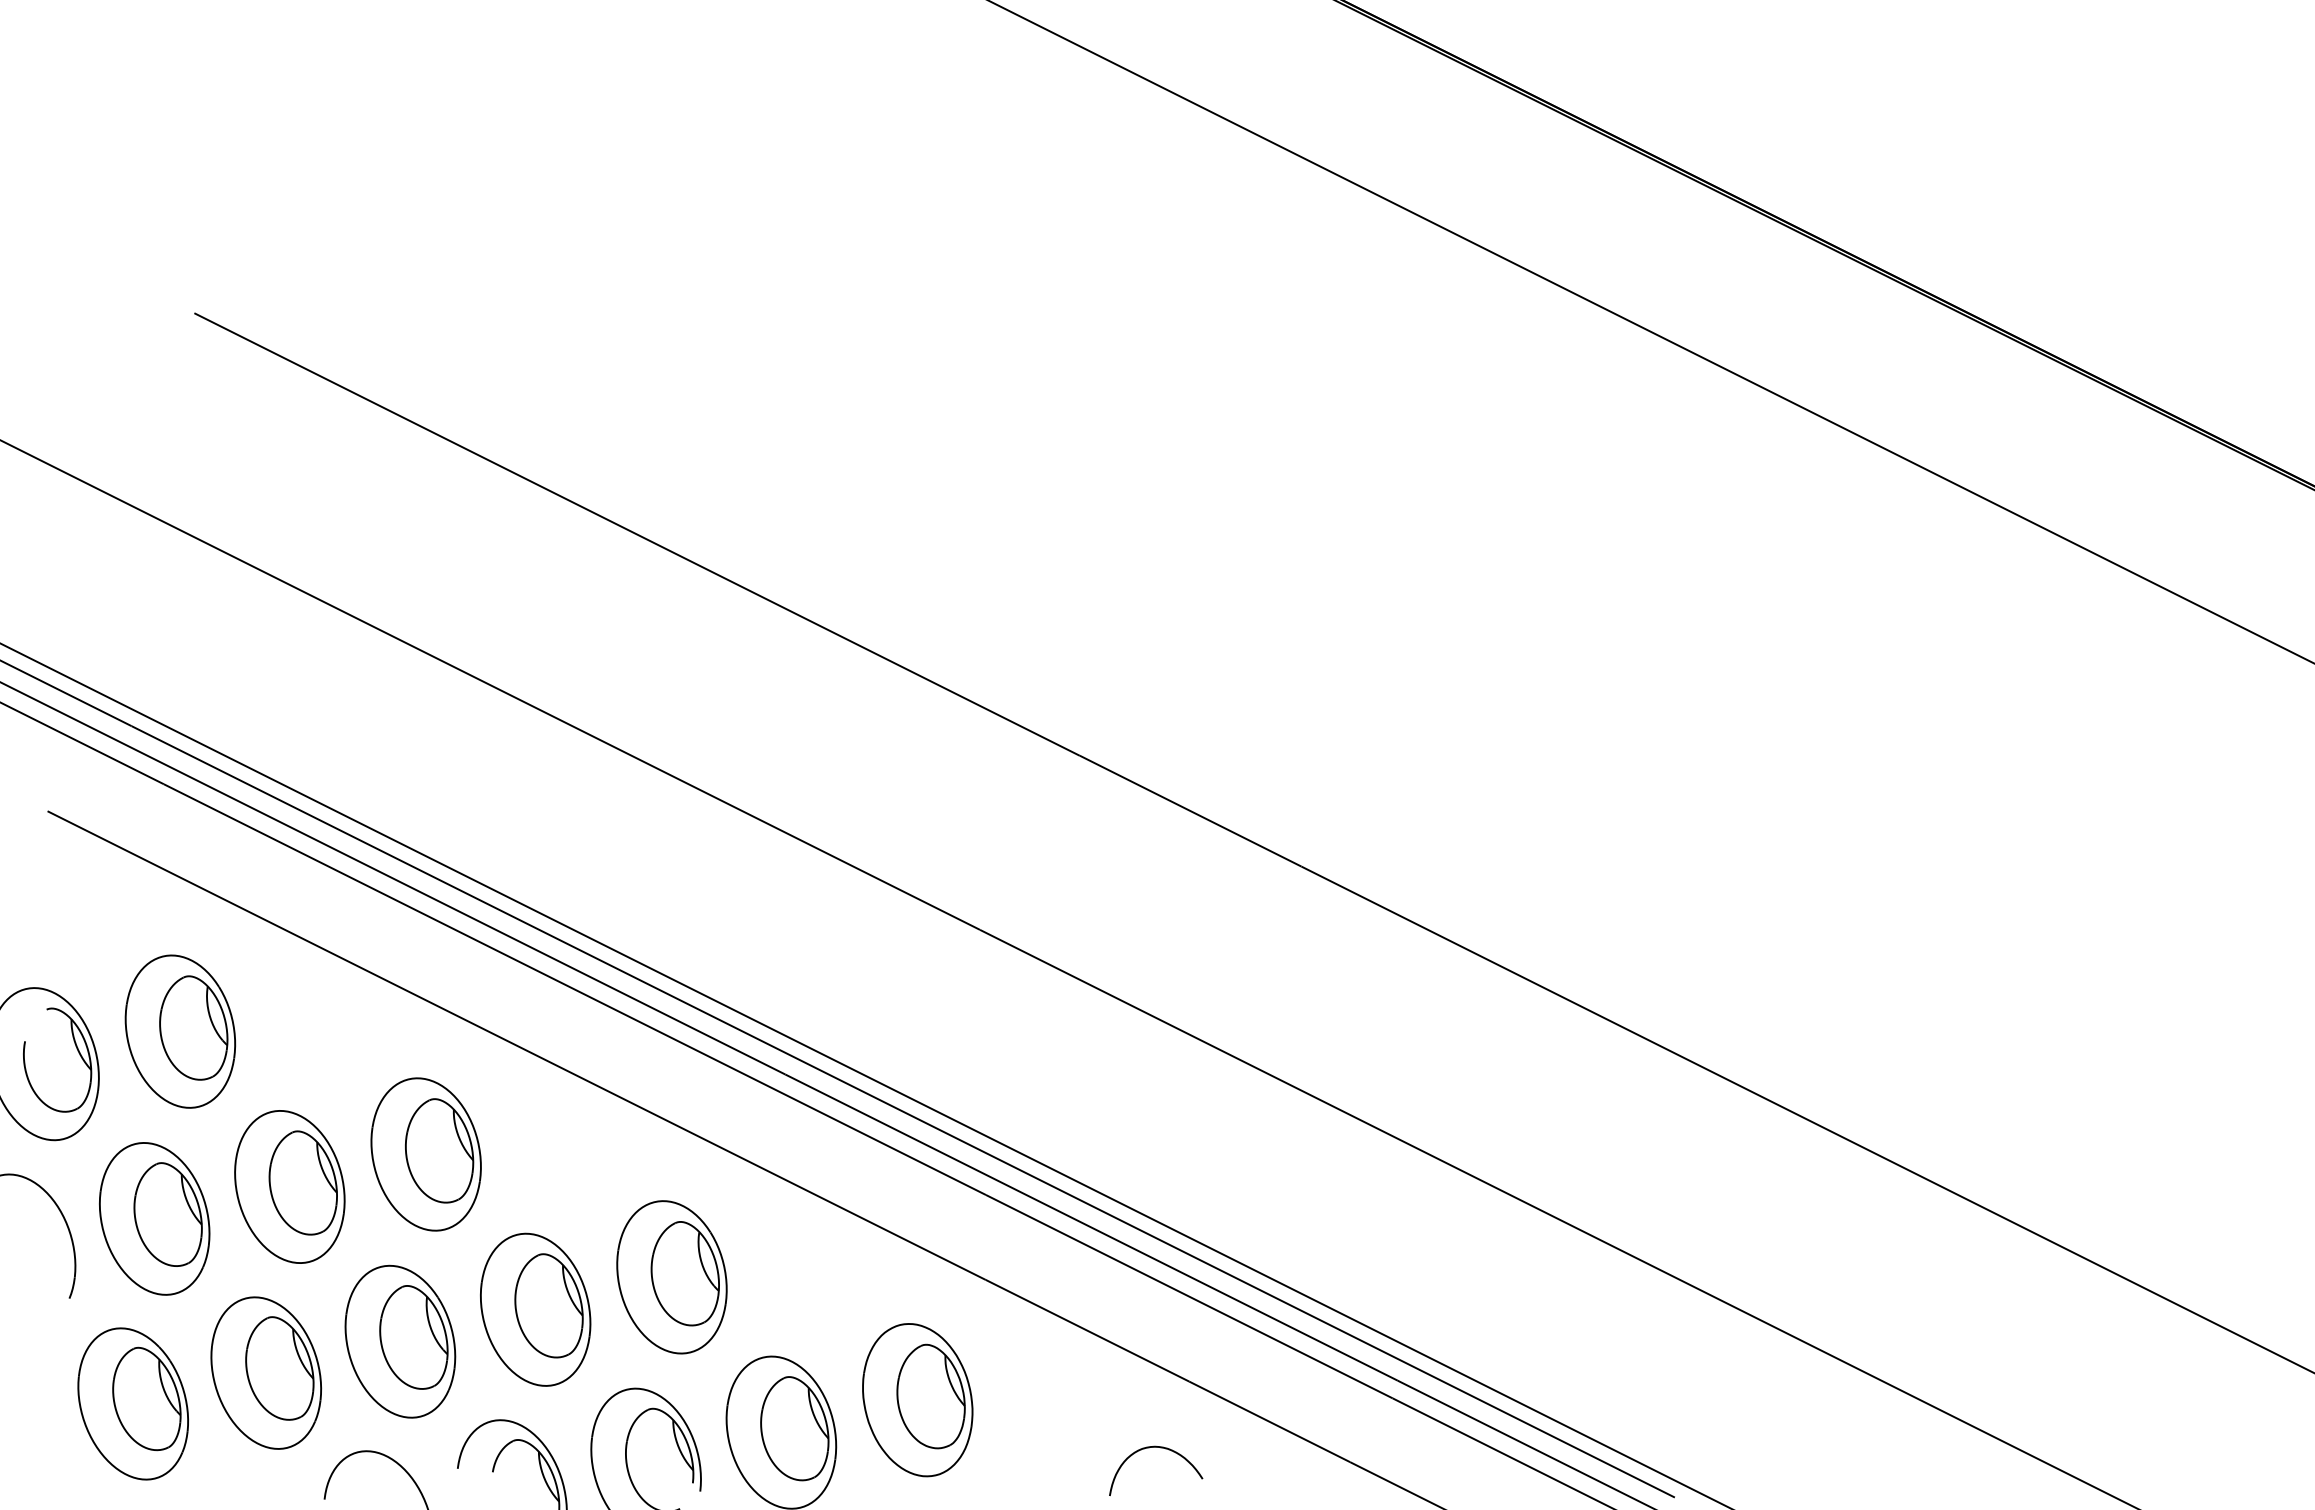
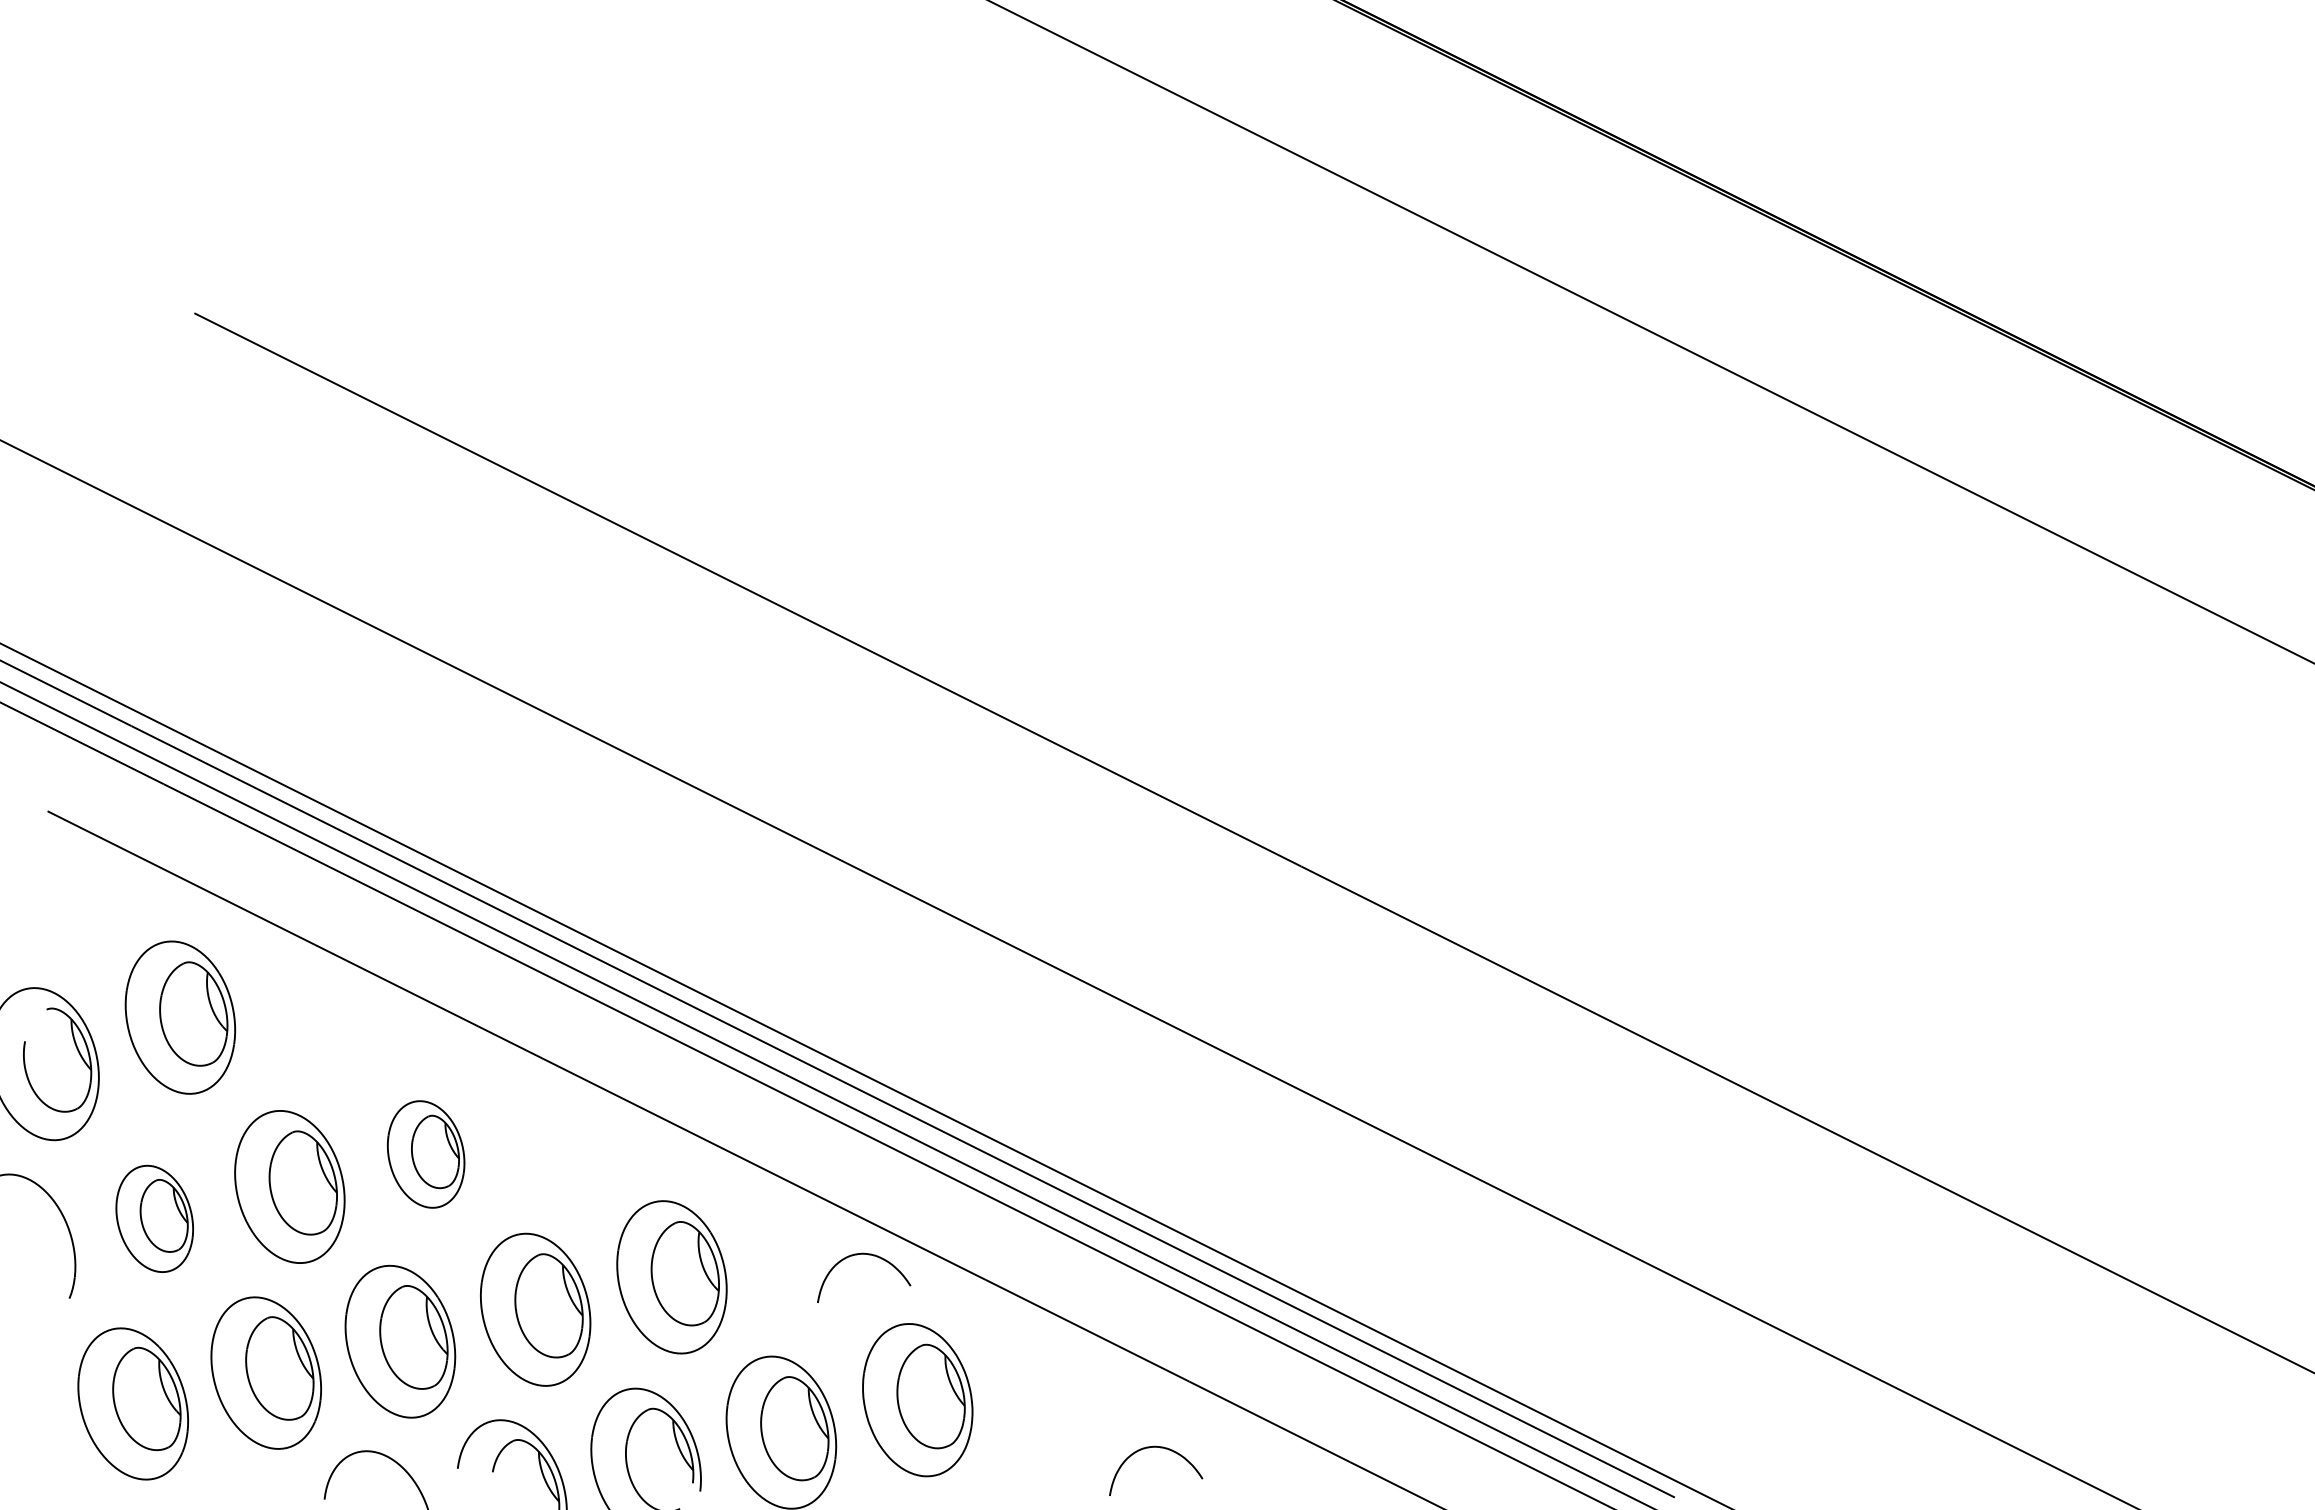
part at (180, 1031) position: (180, 1031) -> (180, 1017)
part at (425, 1154) size: 112x155 px -> 80x109 px
part at (154, 1218) size: 112x154 px -> 79x109 px
part at (868, 1255): none -> present
